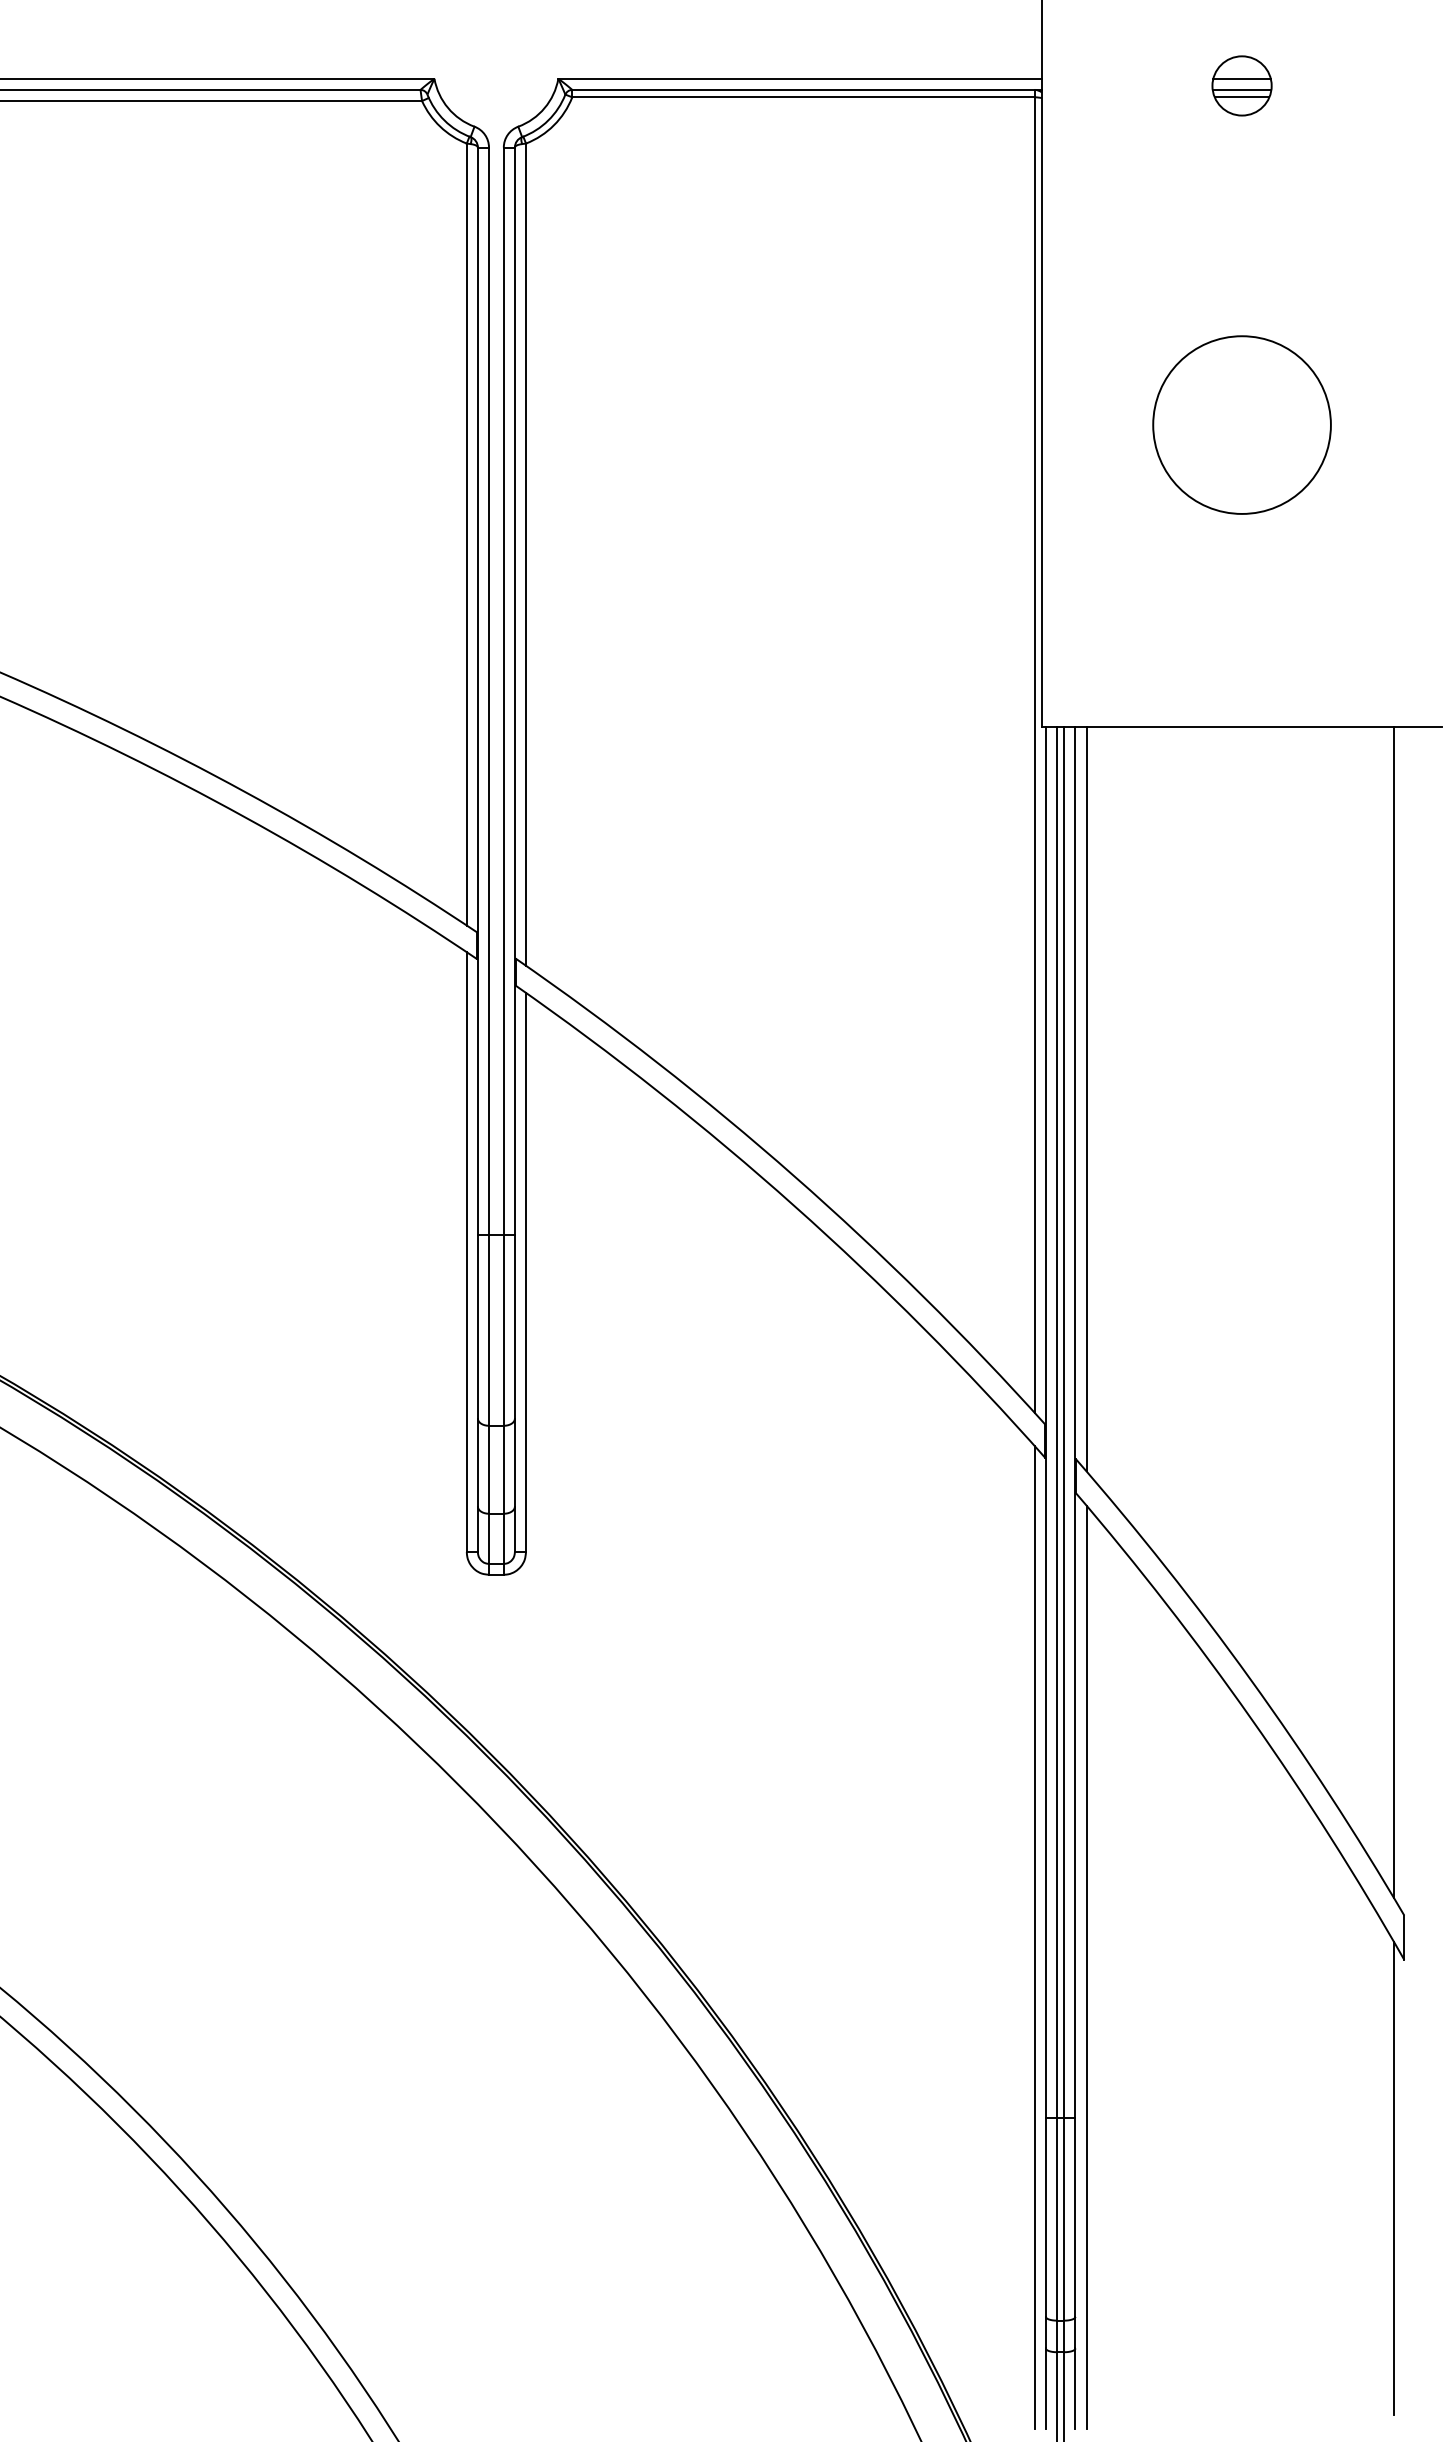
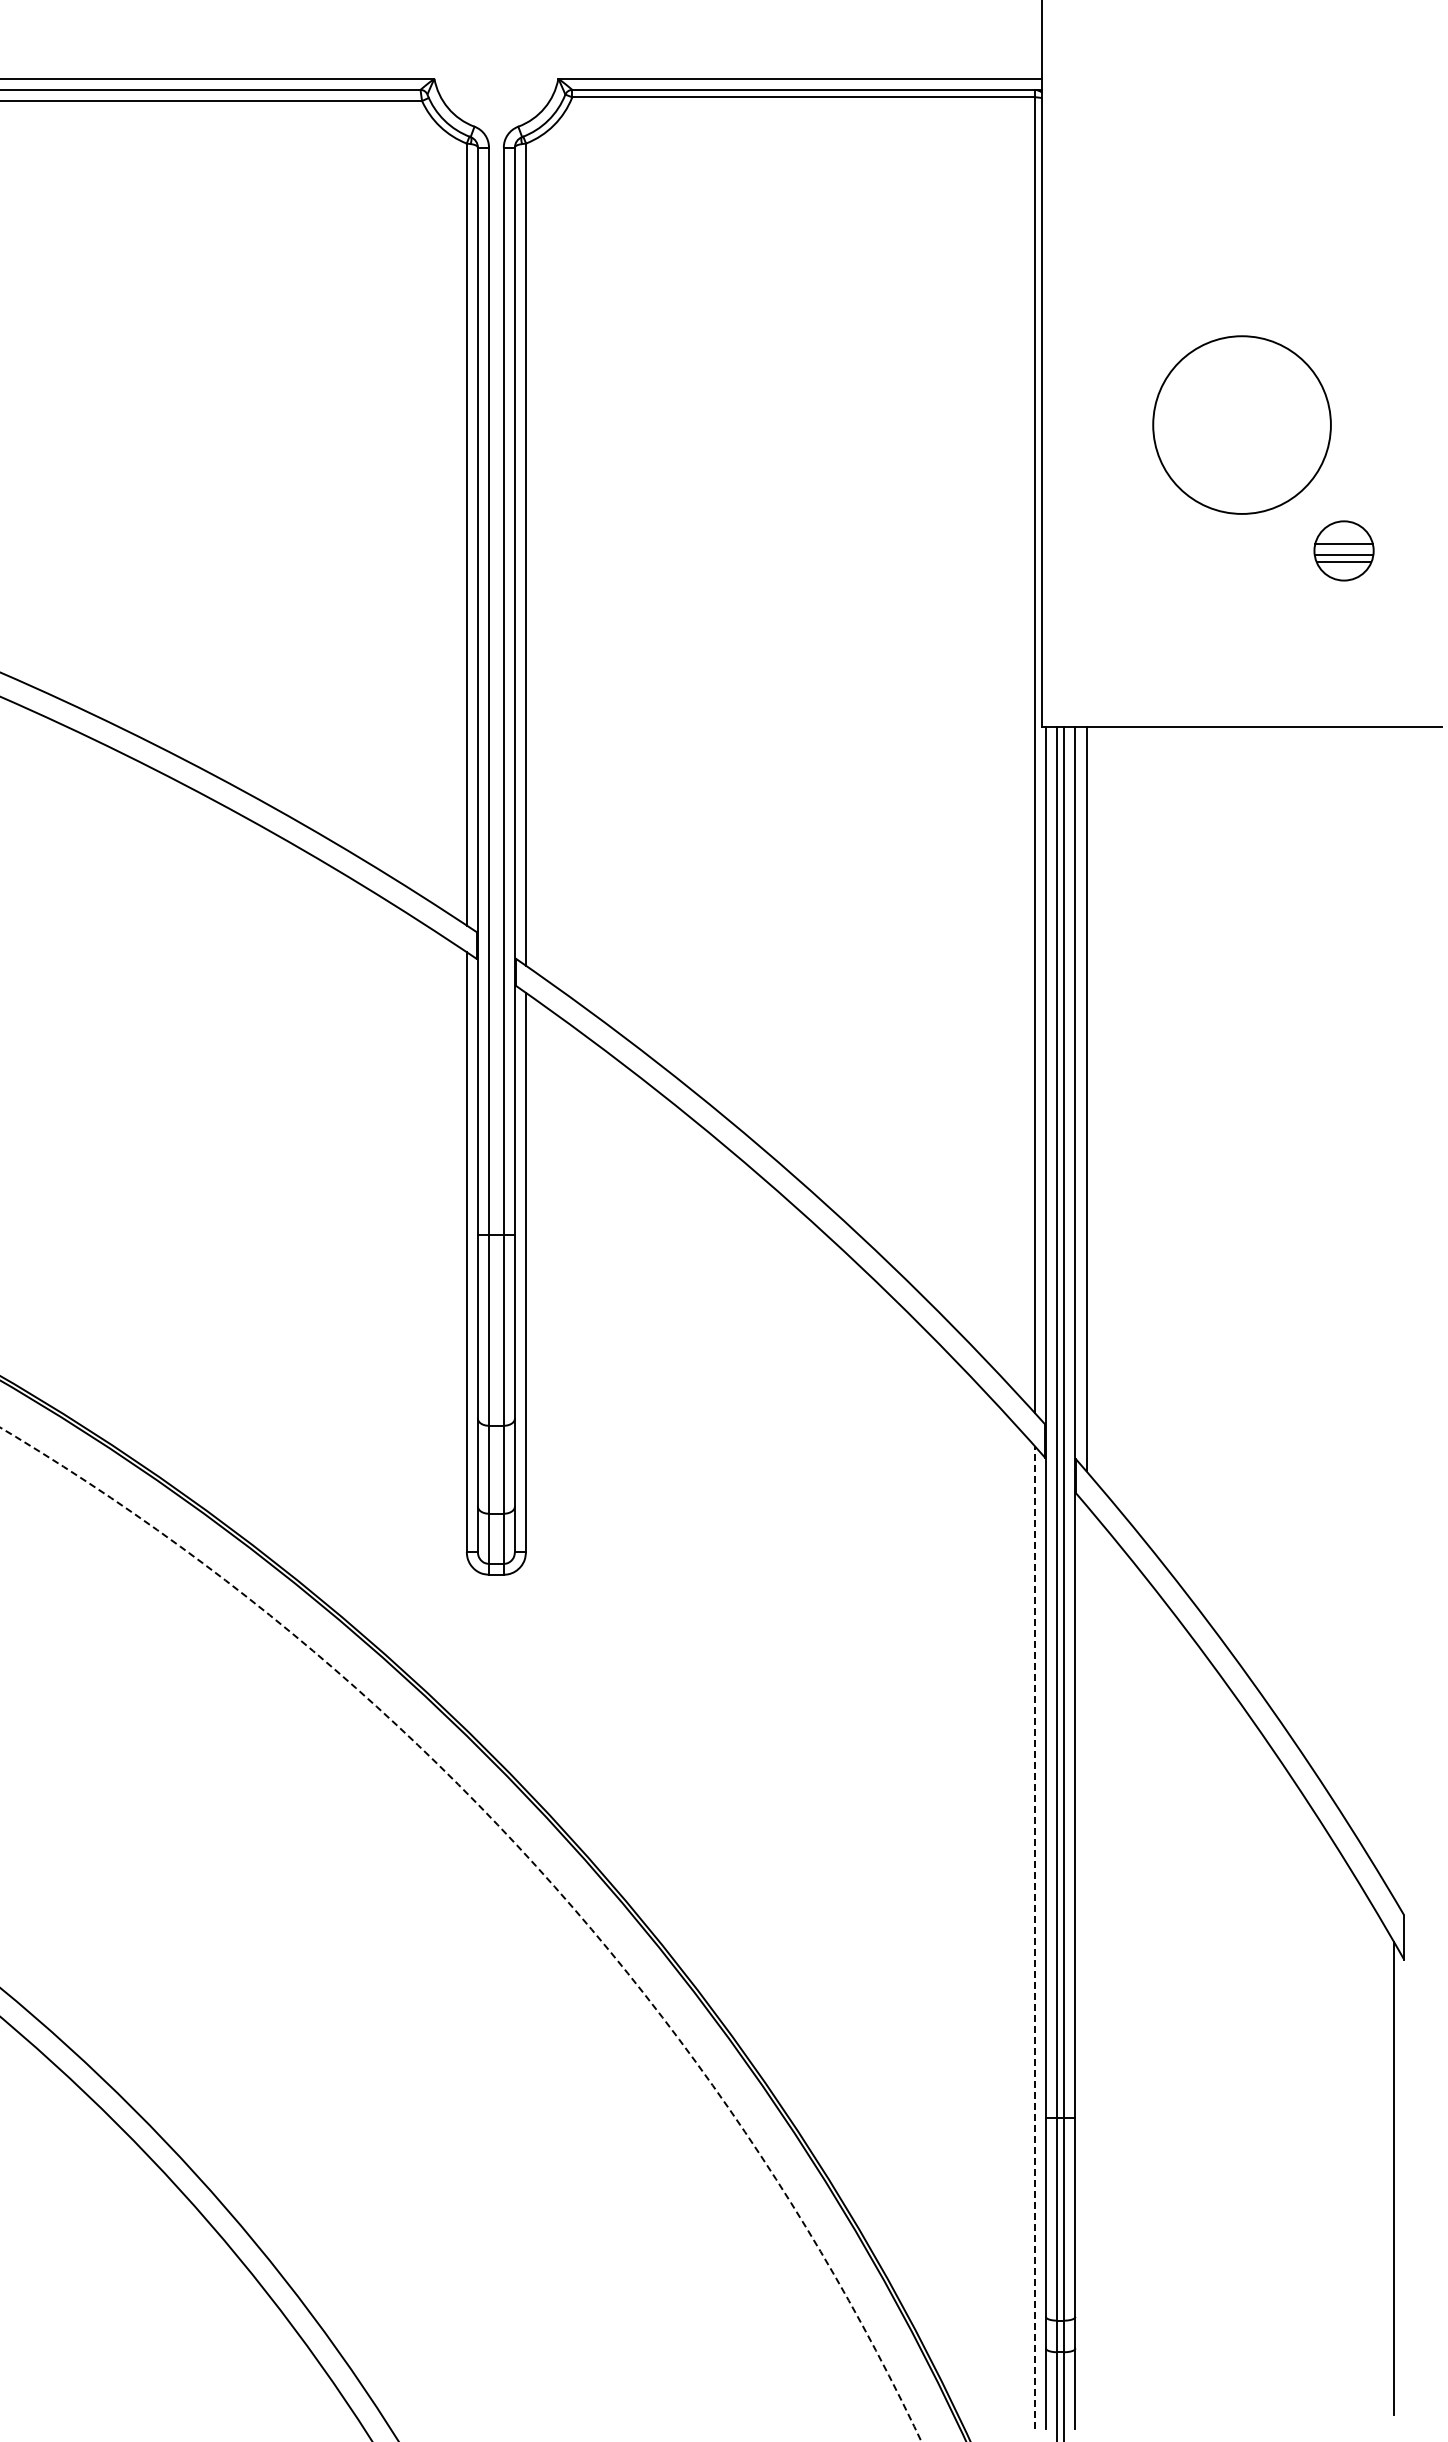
part at (1241, 85) position: (1241, 85) -> (1343, 550)
line at (1393, 1312): present -> none
circle at (460, 1934): solid -> dashed
line at (1034, 1937): solid -> dashed
line at (1086, 1967): present -> none
